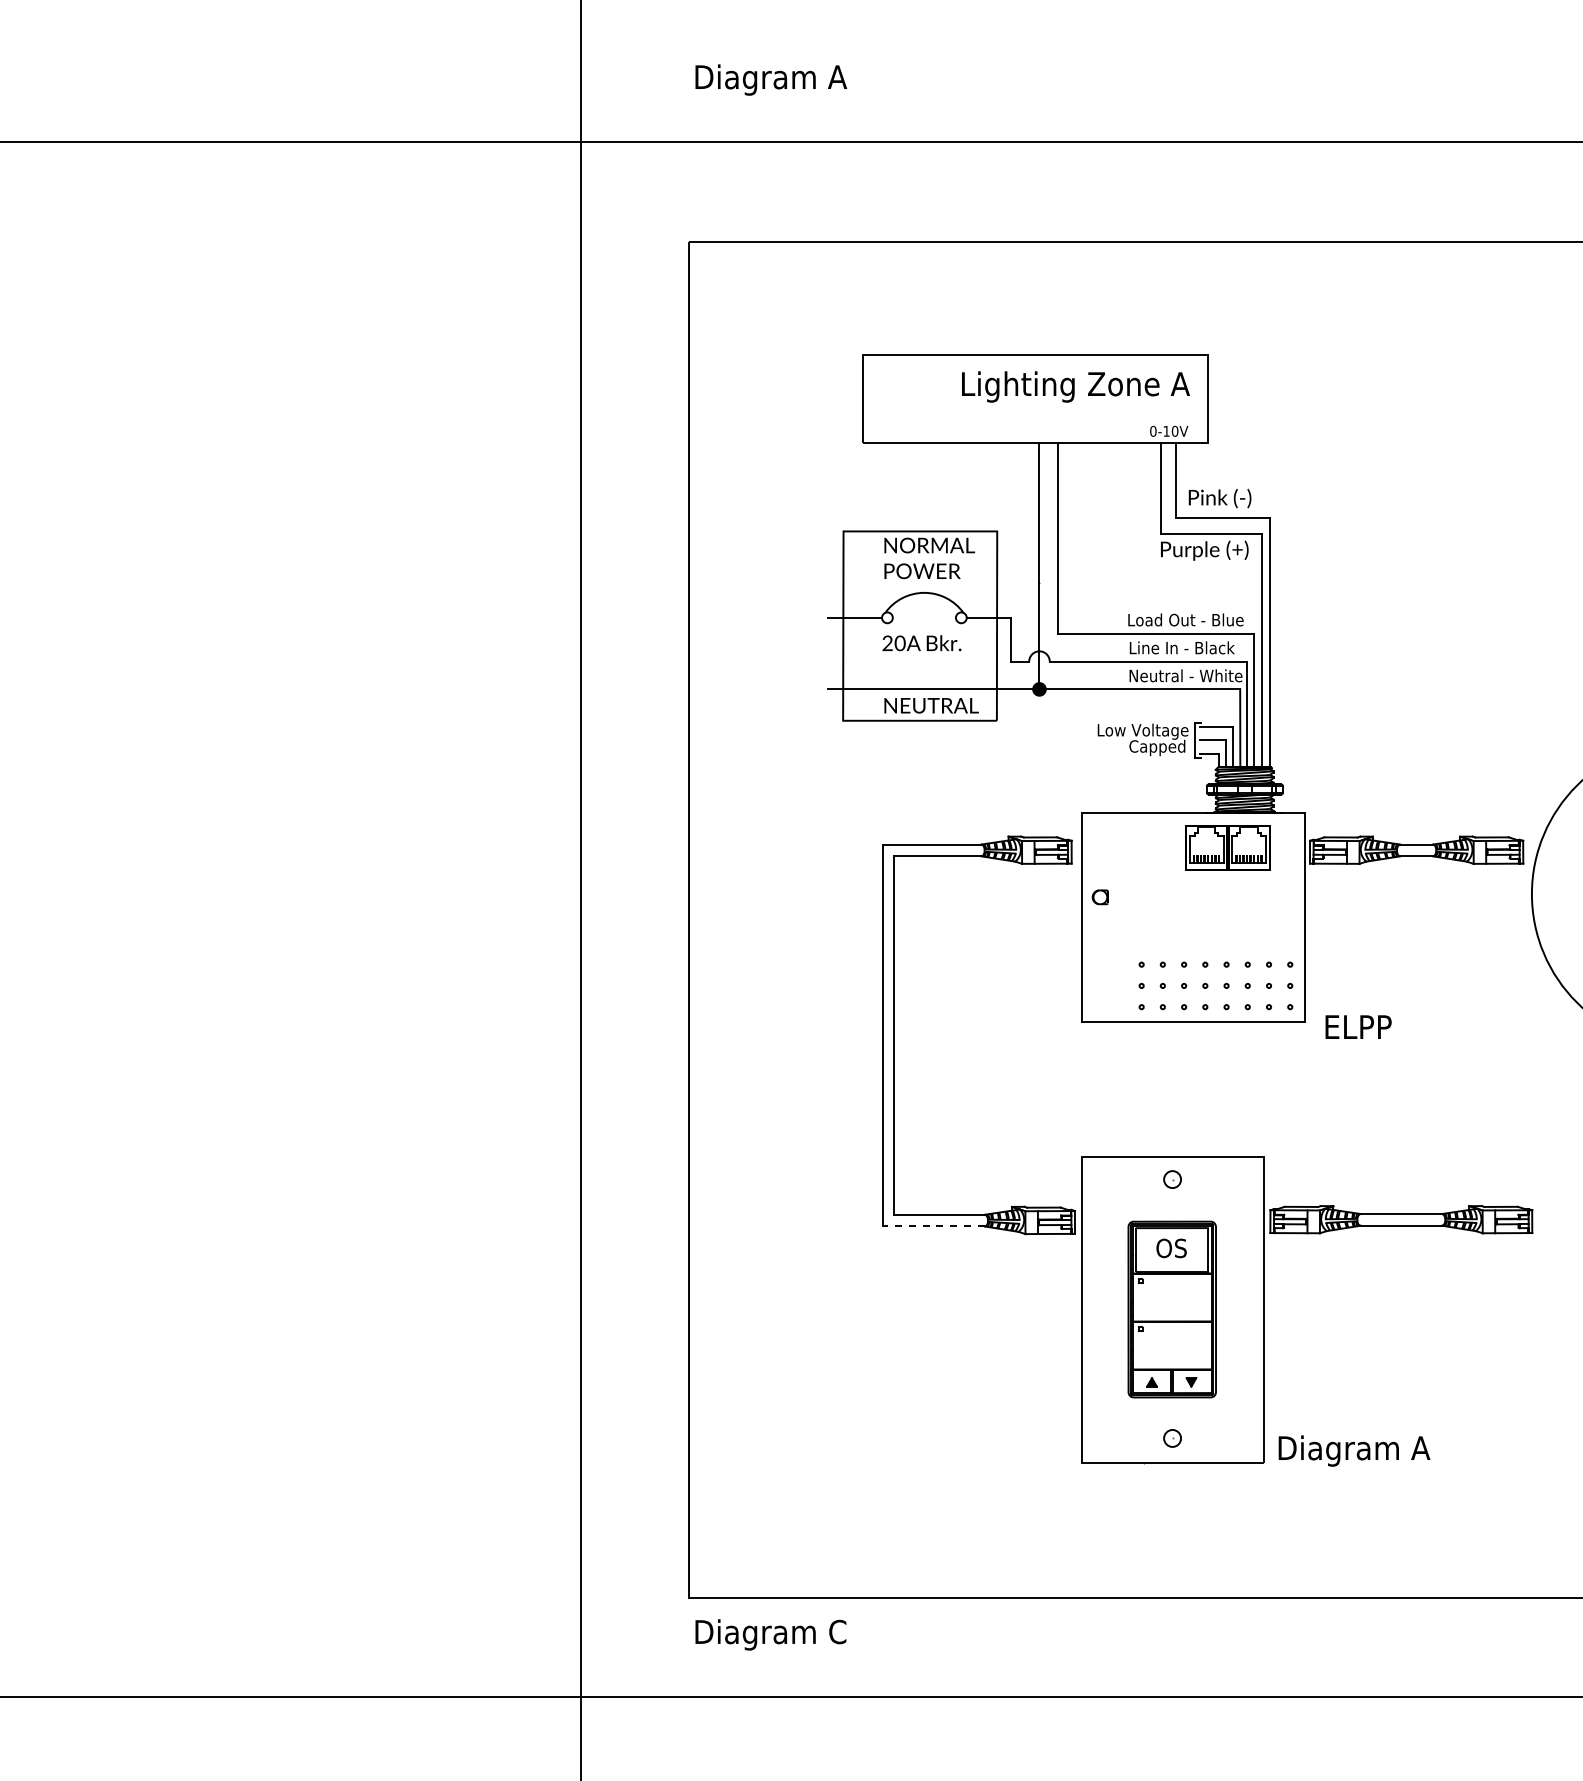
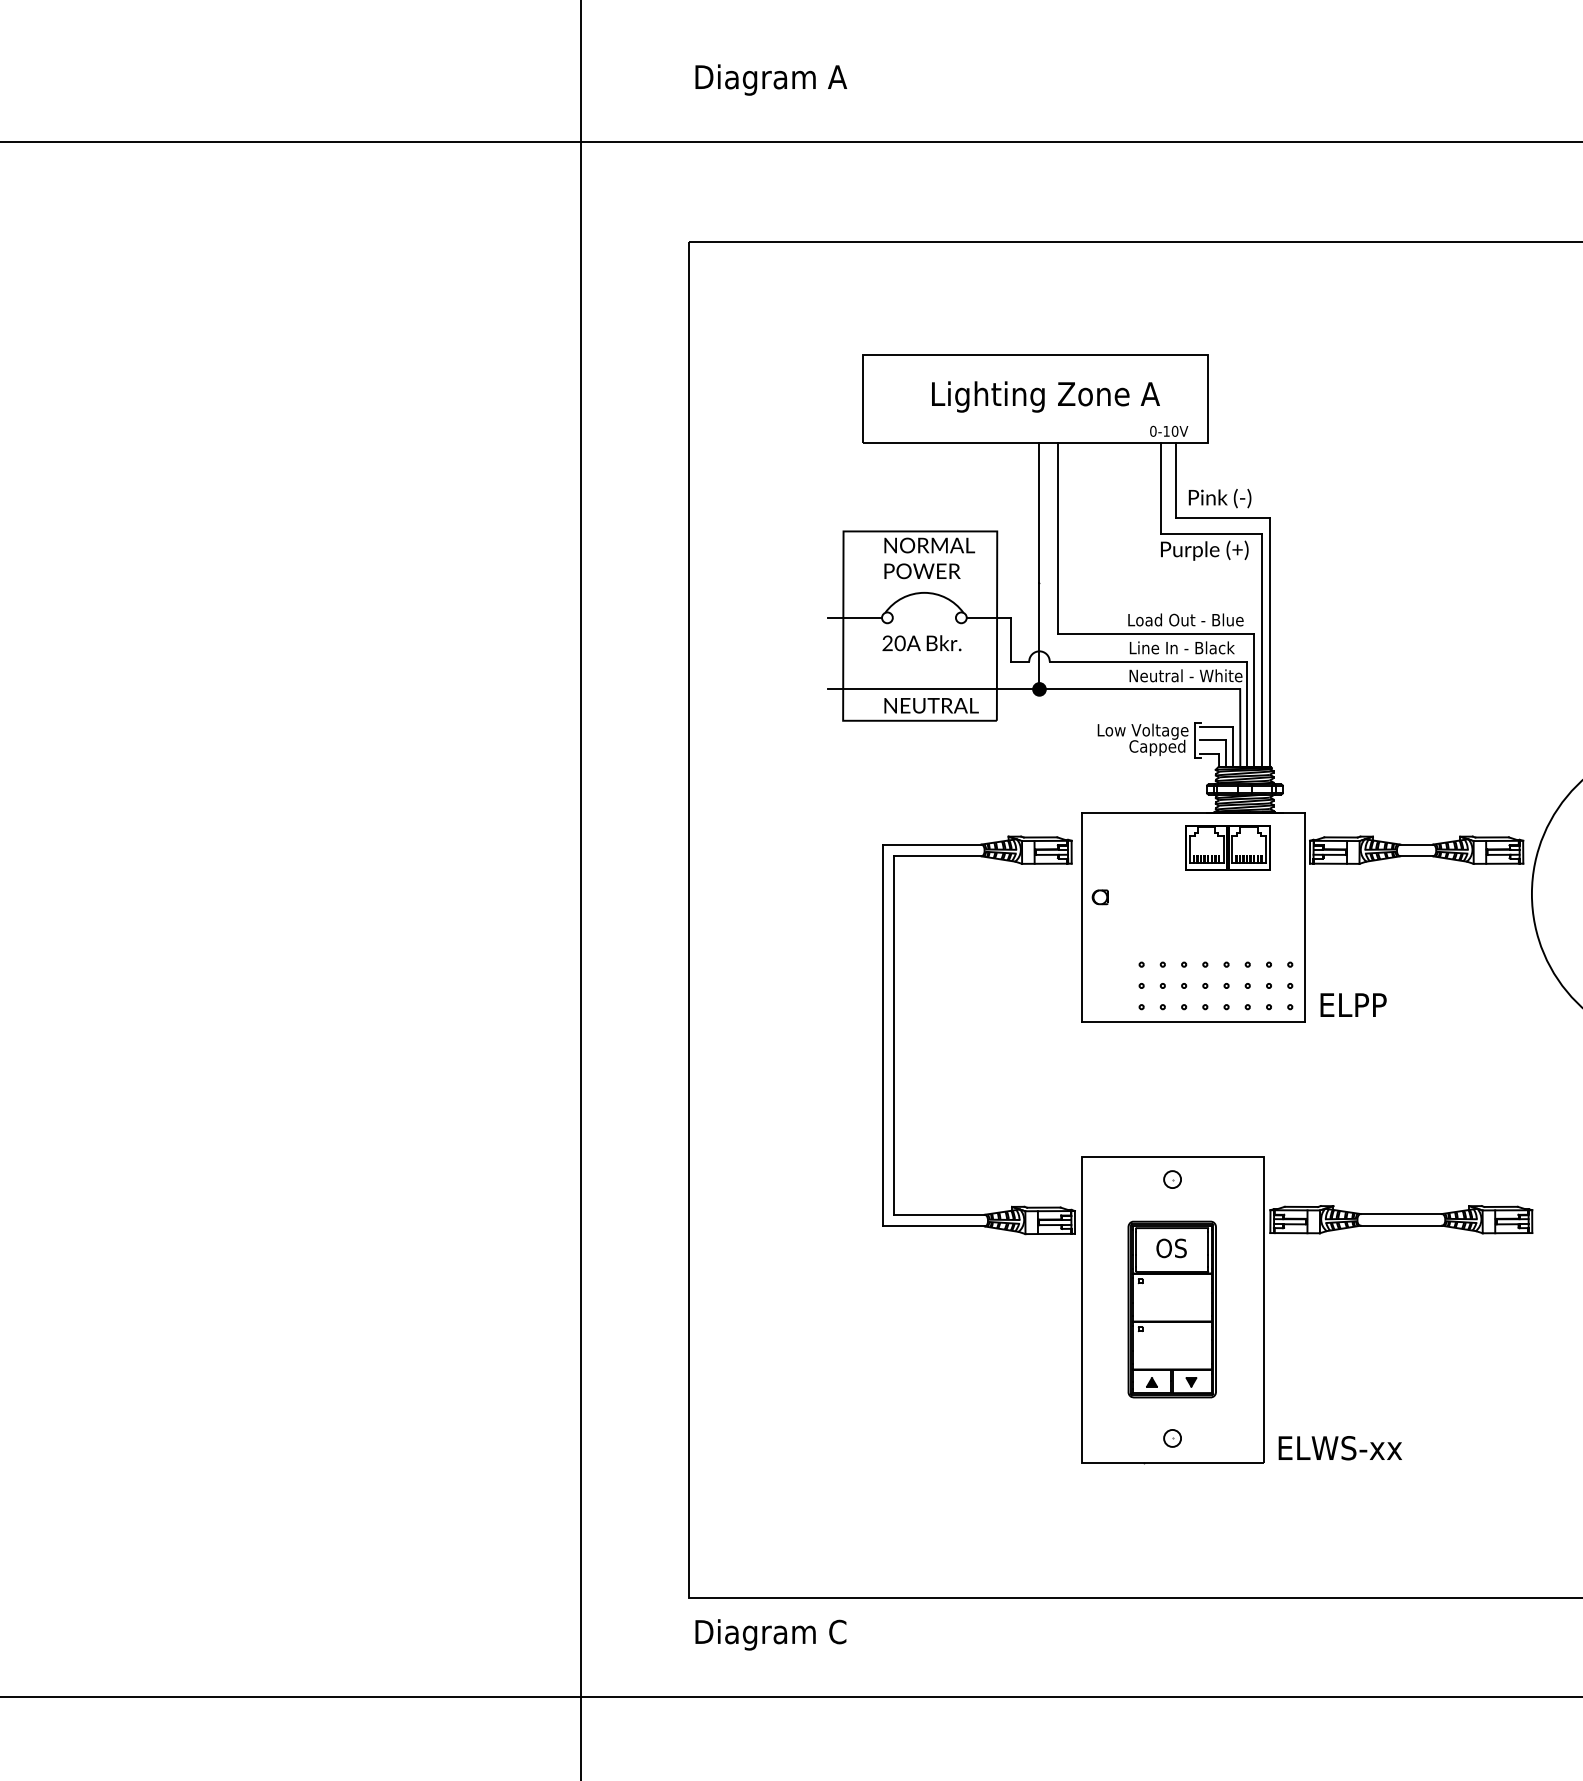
text at (1075, 386) position: (1075, 386) -> (1045, 396)
text at (1358, 1026) position: (1358, 1026) -> (1353, 1004)
line at (933, 1226): dashed -> solid
text at (1355, 1450): Diagram A -> ELWS-xx
